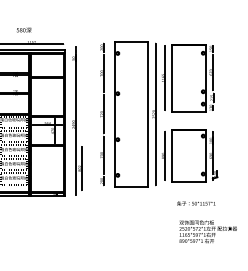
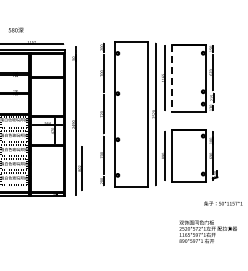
text at (23, 29) position: (23, 29) -> (15, 29)
line at (171, 78): solid -> dashed
text at (196, 203) position: (196, 203) -> (223, 203)
